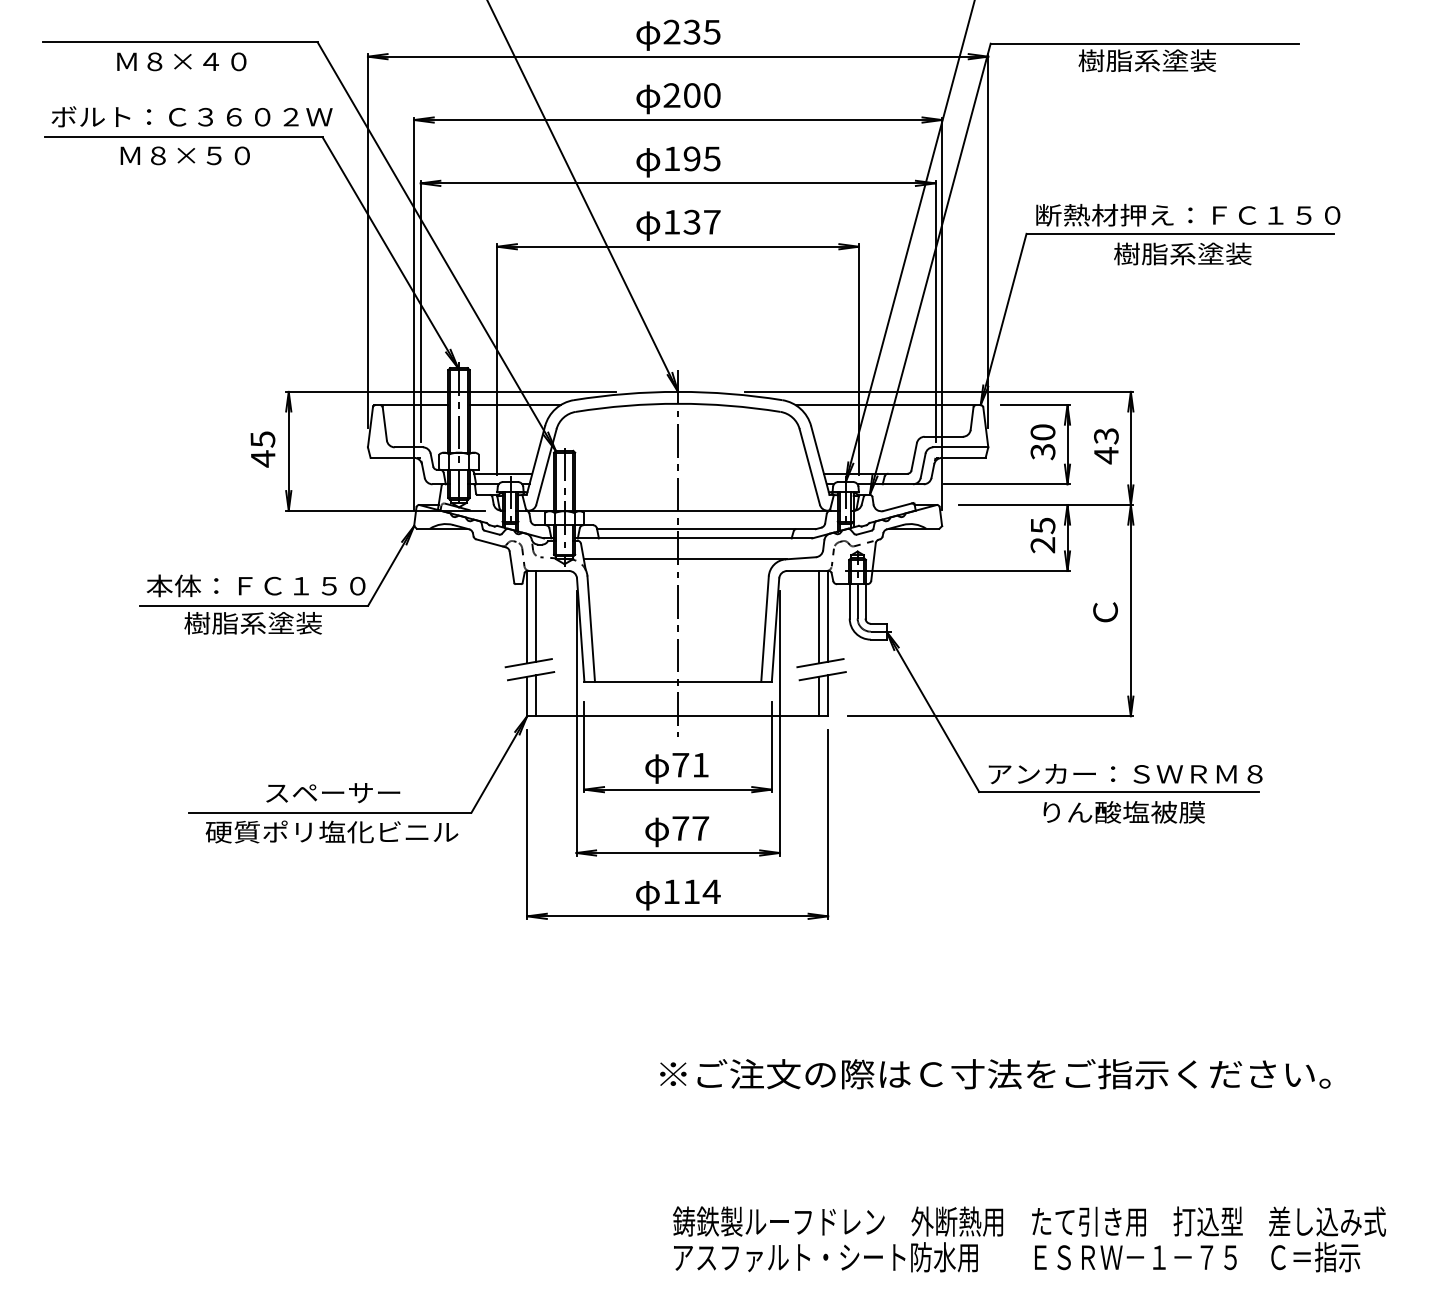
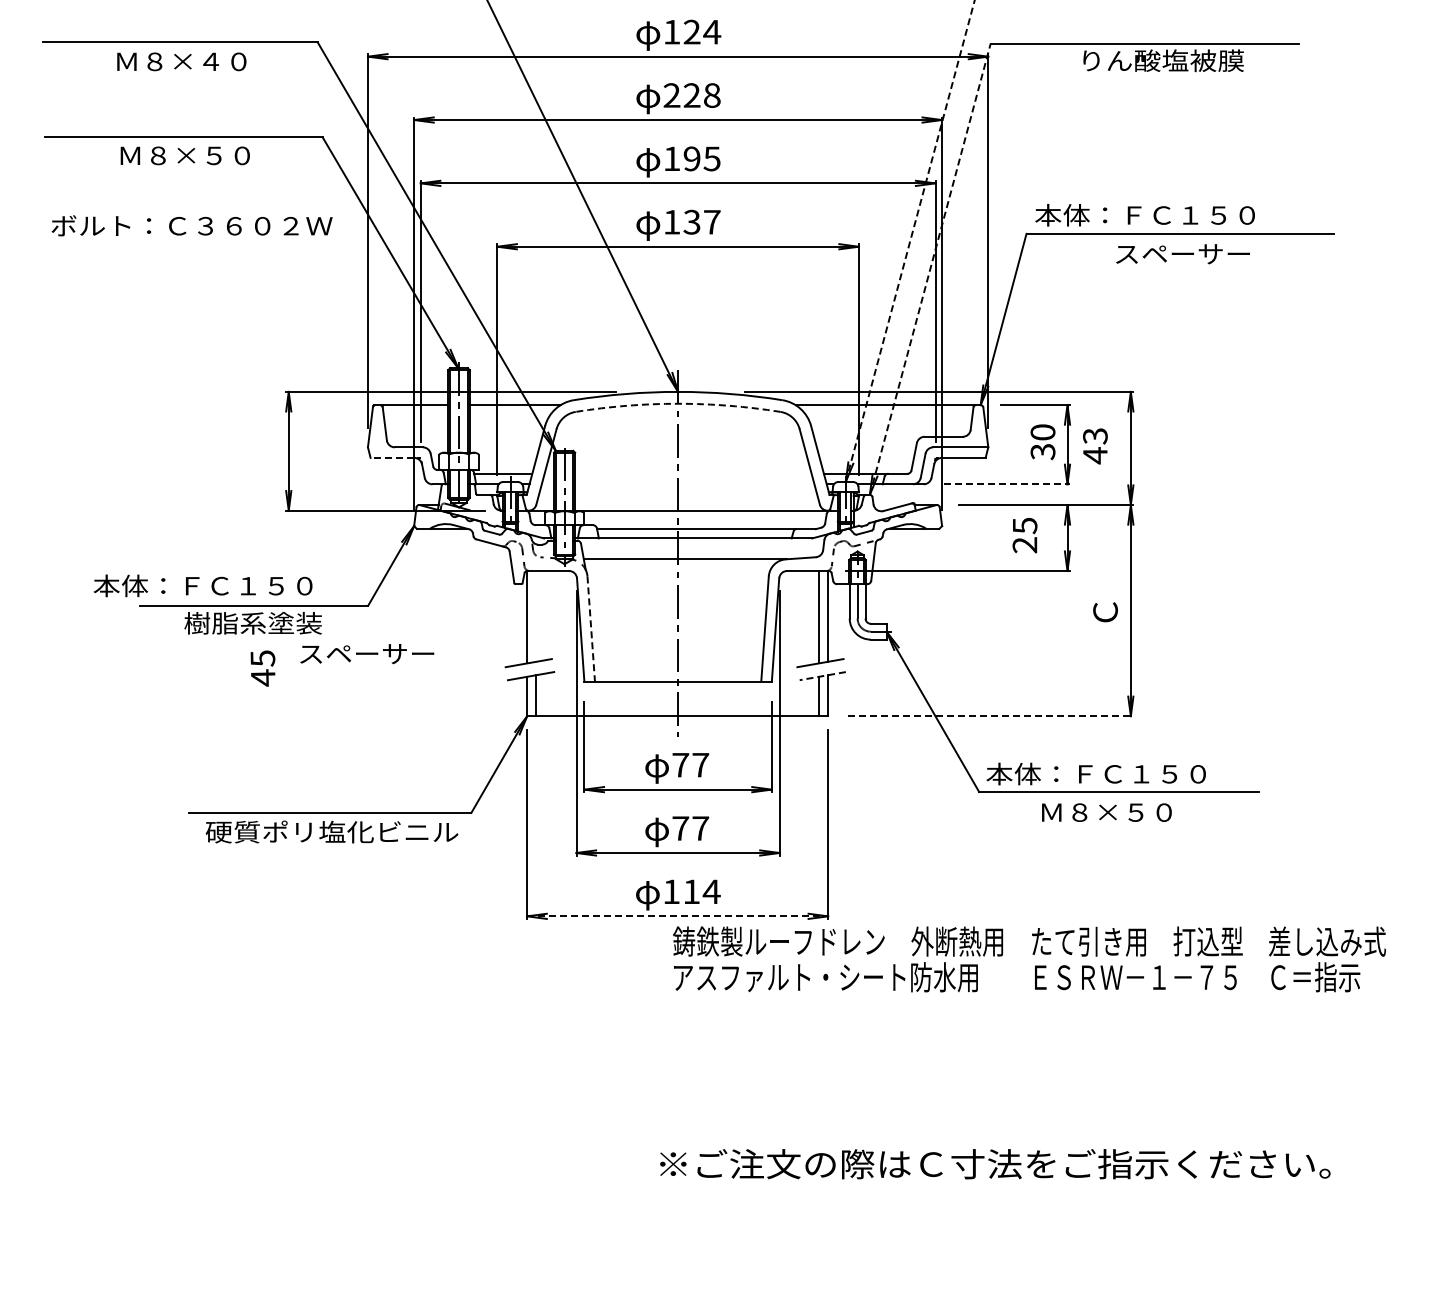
text at (692, 31): 235 -> 124
text at (1160, 60): 樹脂系塗装 -> りん酸塩被膜
text at (701, 95): 200 -> 228
text at (191, 116) position: (191, 116) -> (191, 225)
text at (1187, 214): 断熱材押え：ＦＣ１５０ -> 本体：ＦＣ１５０
line at (910, 240): solid -> dashed
text at (1182, 253): 樹脂系塗装 -> スペーサー
line at (930, 269): solid -> dashed
arc at (678, 403): solid -> dashed
text at (1106, 446) position: (1106, 446) -> (1095, 446)
text at (262, 449) position: (262, 449) -> (262, 668)
line at (392, 457): solid -> dashed
line at (1007, 484): solid -> dashed
text at (1042, 535) position: (1042, 535) -> (1024, 535)
text at (255, 585) position: (255, 585) -> (202, 585)
line at (536, 616): present -> none
line at (591, 629): solid -> dashed
line at (822, 676): solid -> dashed
line at (990, 716): solid -> dashed
text at (700, 765): 71 -> 77
text at (1124, 773): アンカー：ＳＷＲＭ８ -> 本体：ＦＣ１５０
text at (333, 793) position: (333, 793) -> (367, 654)
text at (1123, 812): りん酸塩被膜 -> Ｍ８×５０
line at (678, 916): solid -> dashed
text at (995, 1074) position: (995, 1074) -> (995, 1164)
text at (1029, 1239) position: (1029, 1239) -> (1029, 959)
